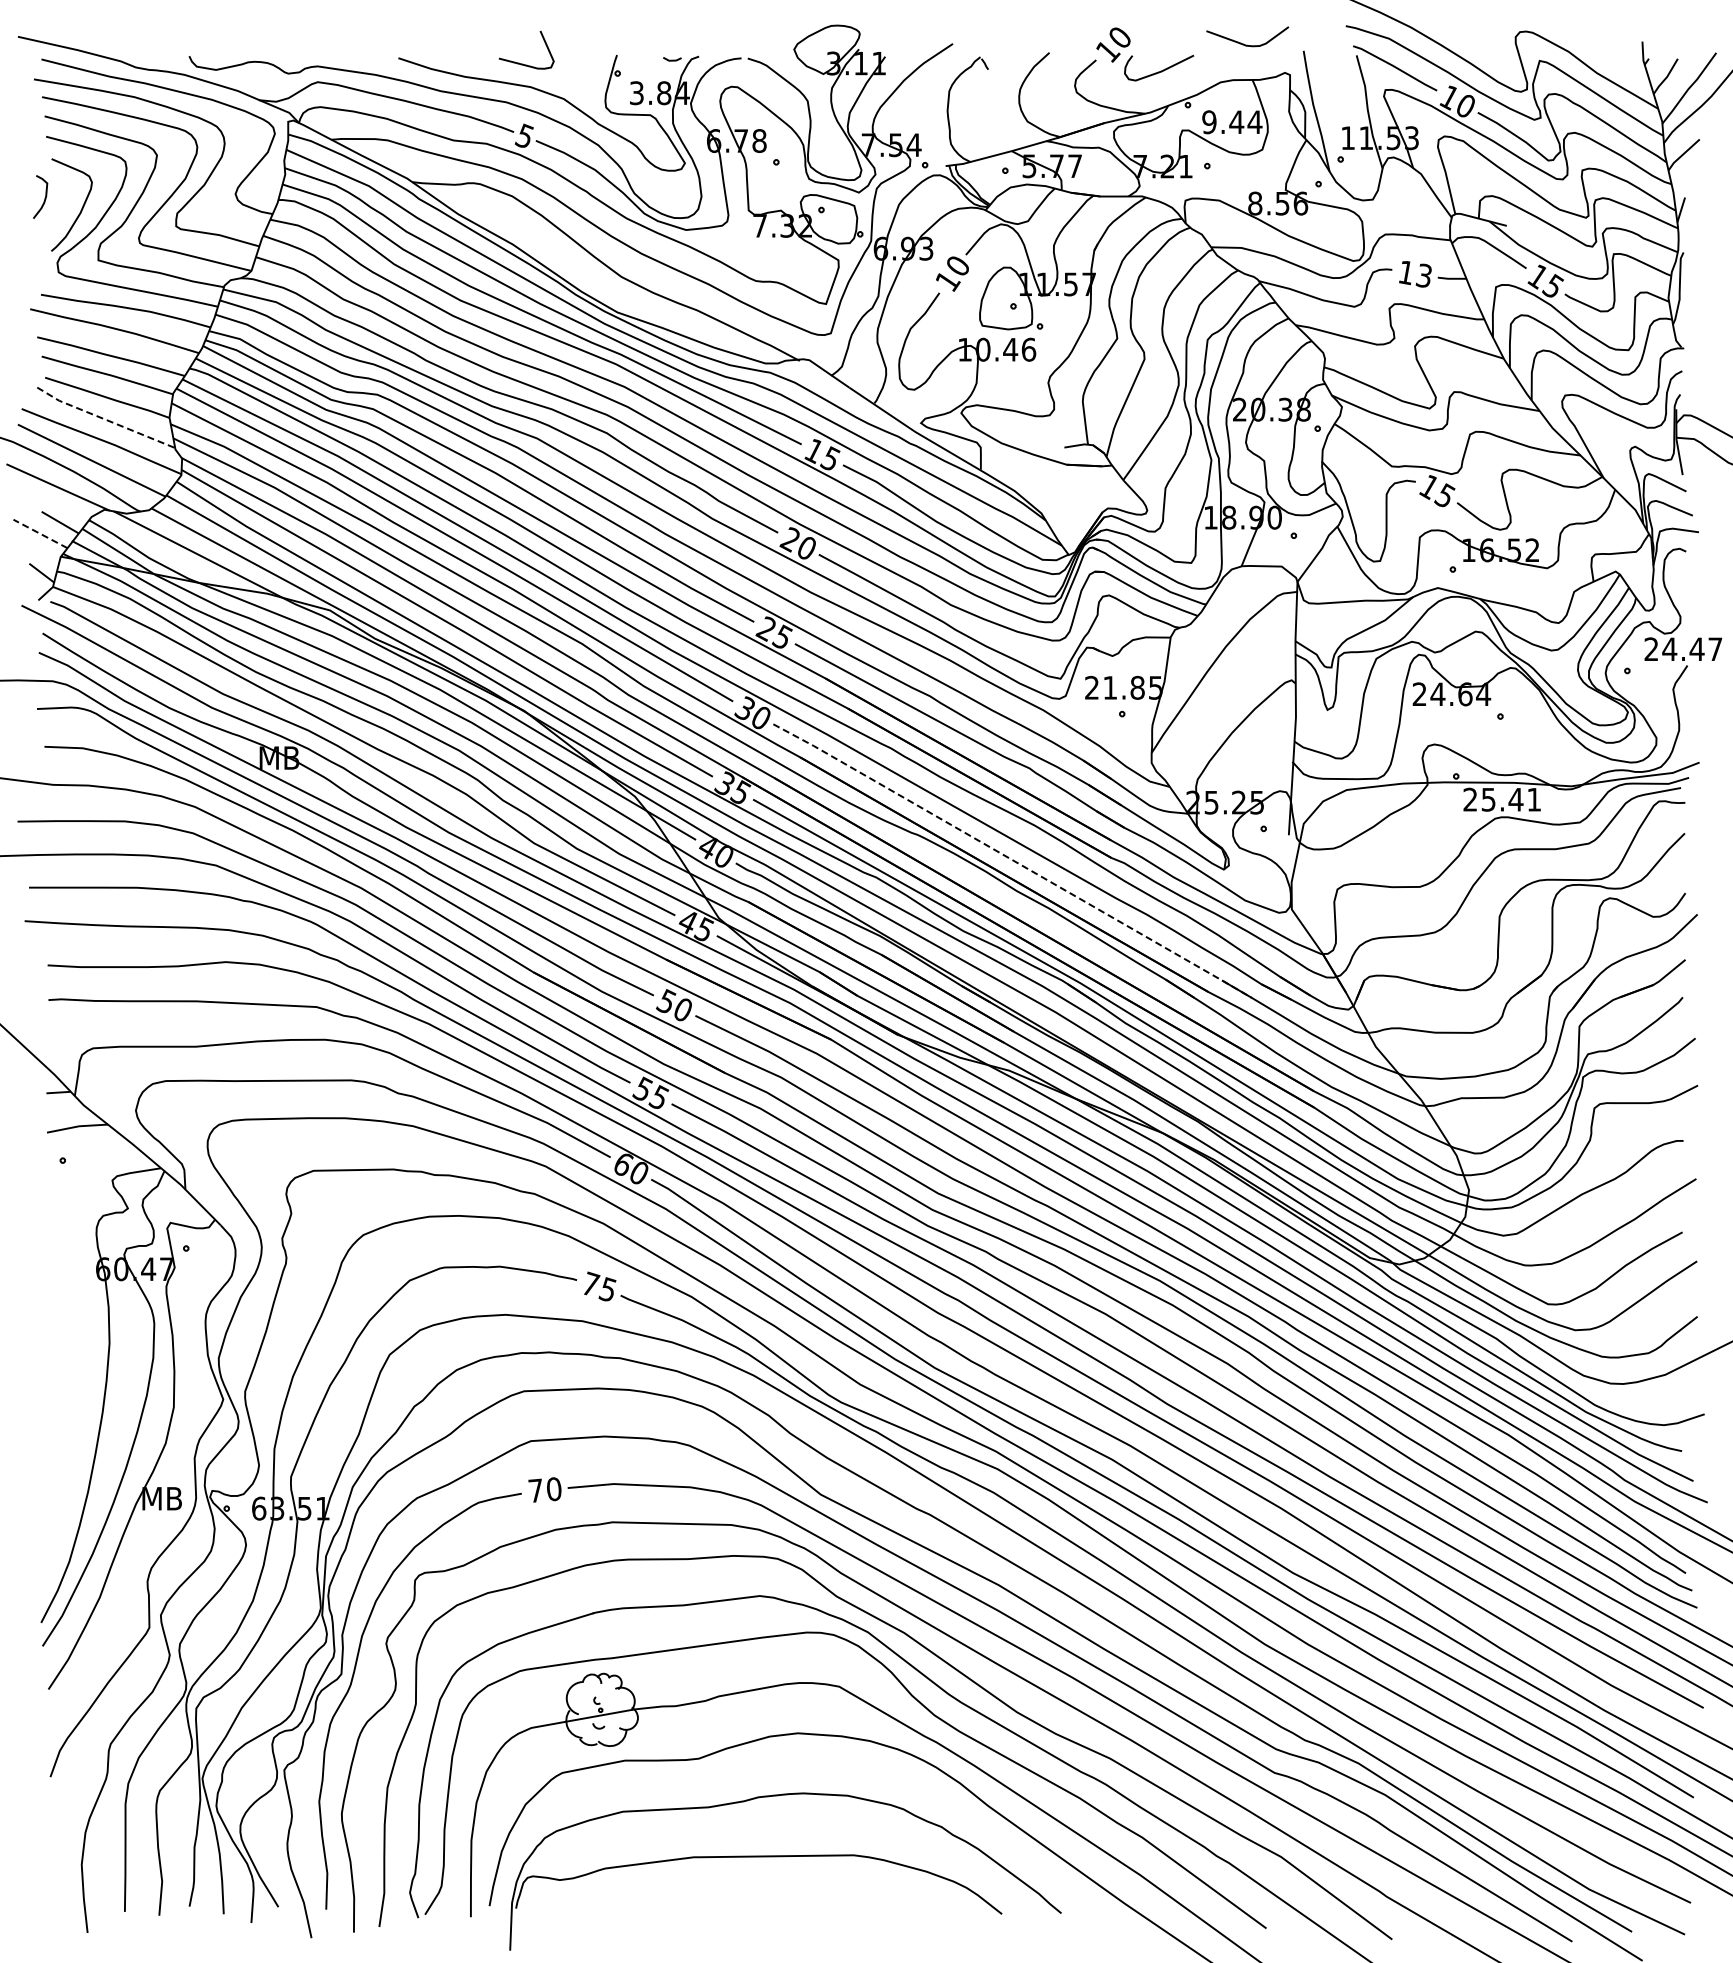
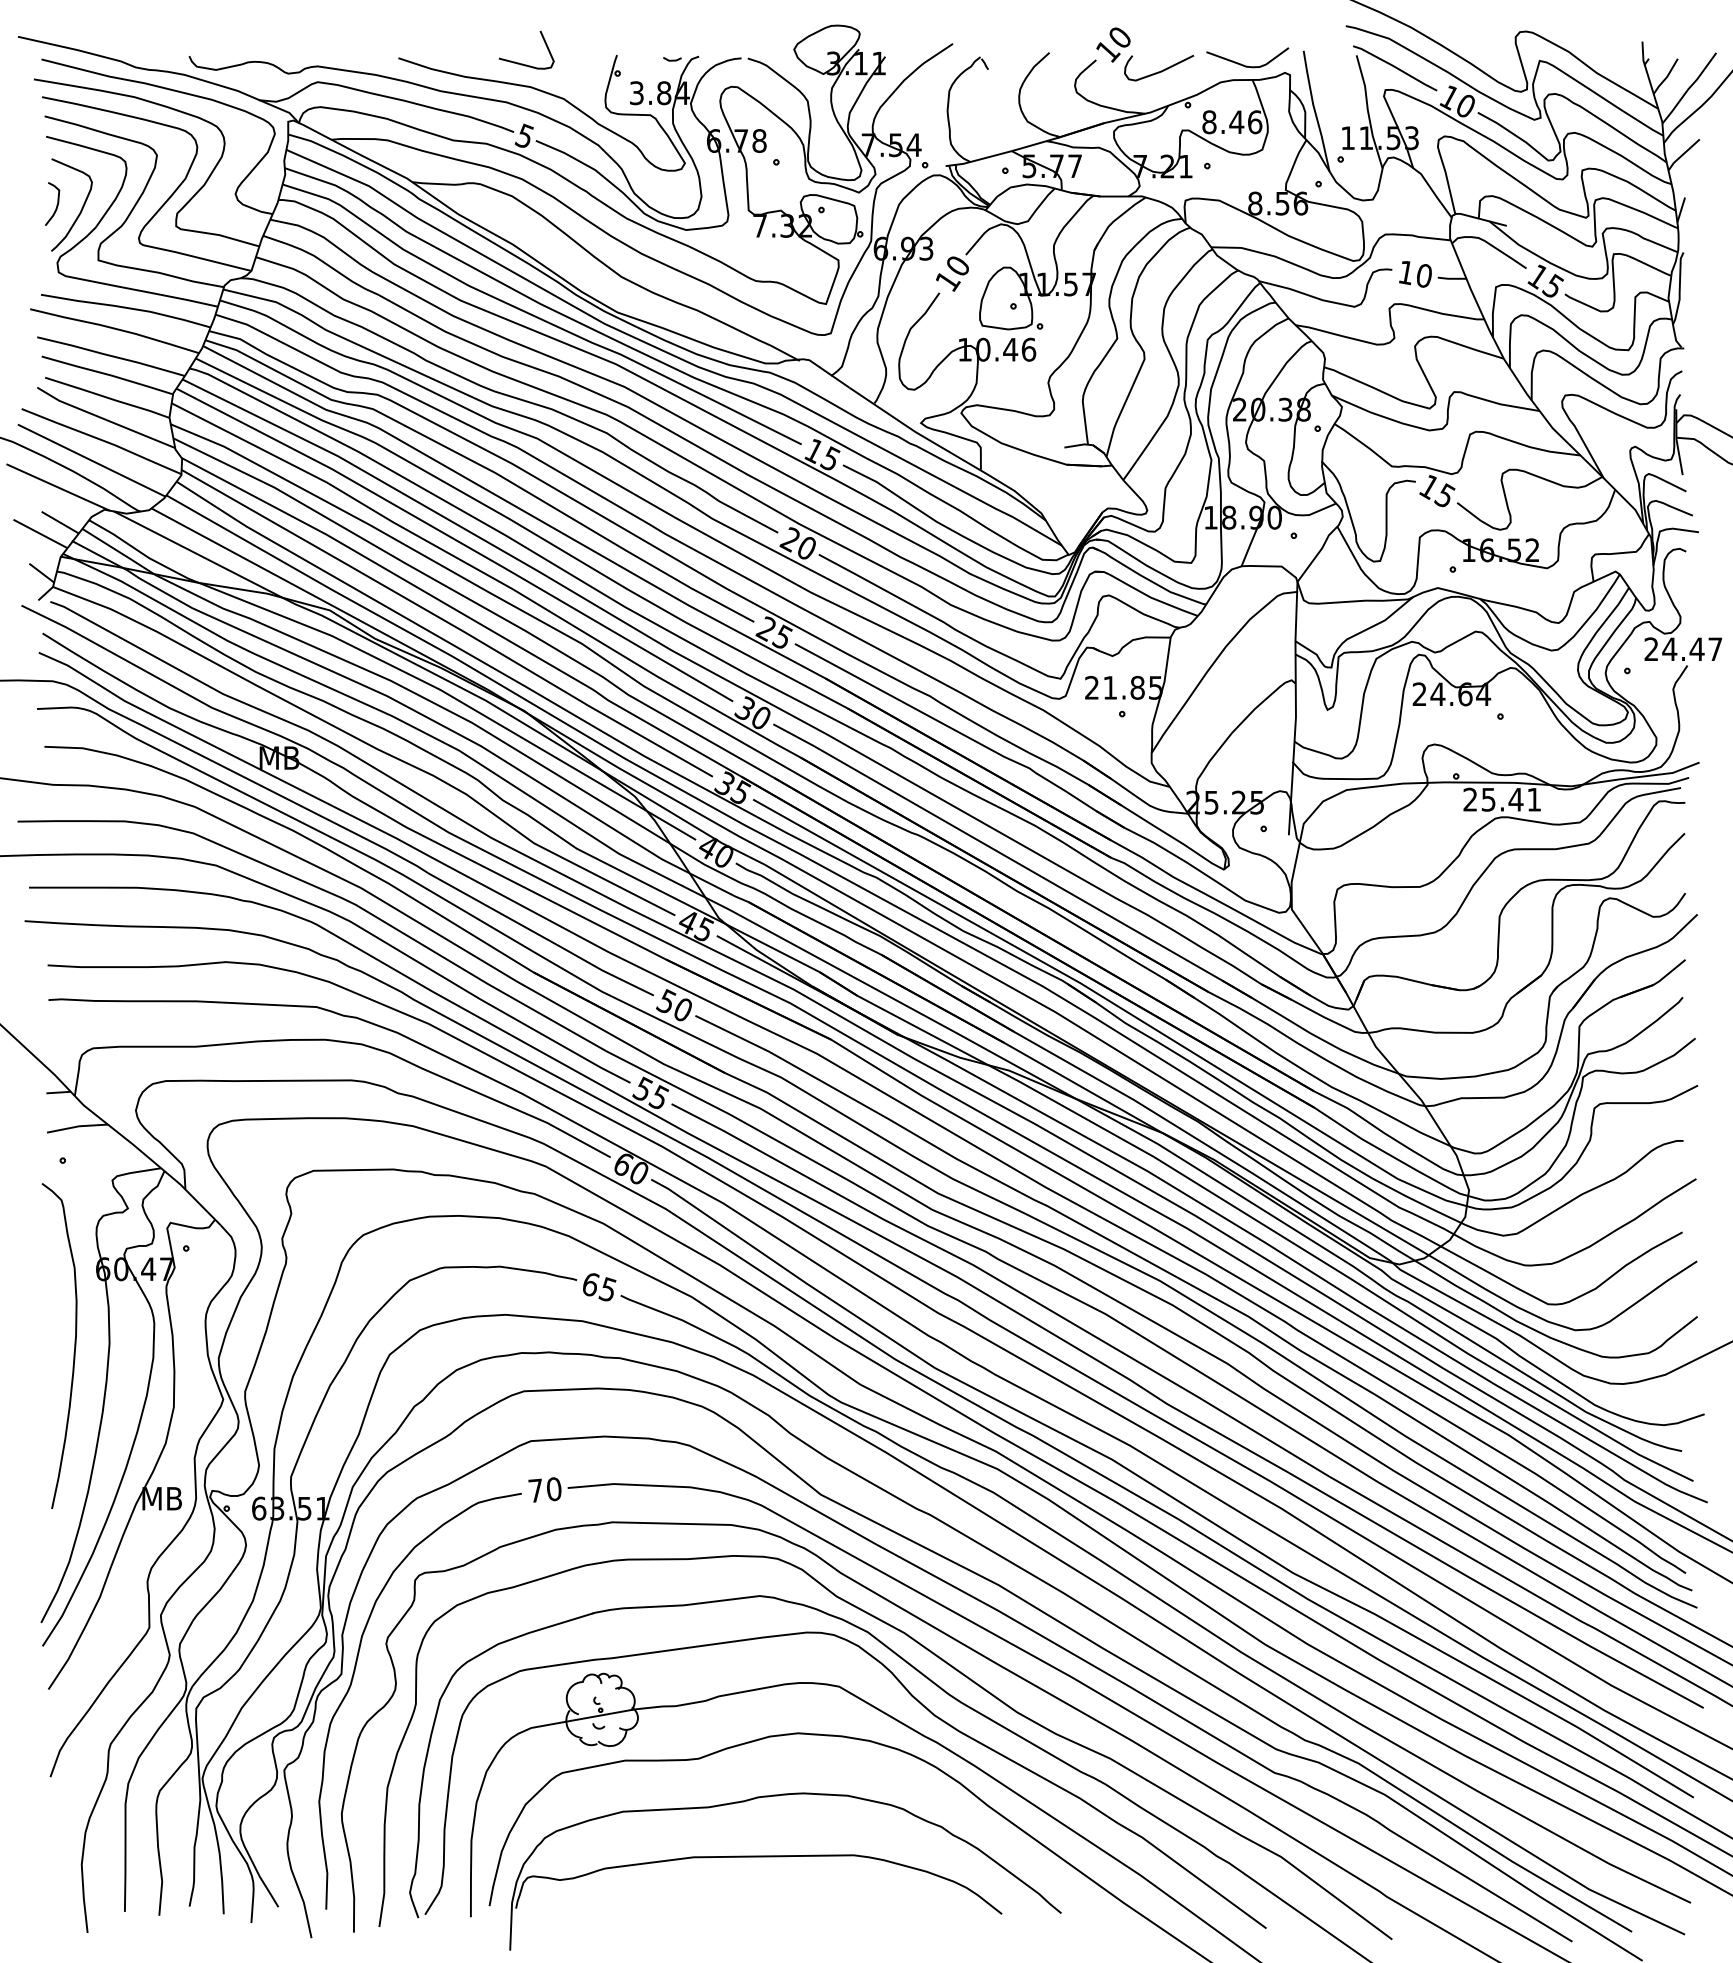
curve at (1247, 44) position: (1247, 44) -> (1247, 65)
text at (1232, 122): 9.44 -> 8.46
curve at (44, 197) position: (44, 197) -> (56, 204)
text at (1423, 275): 13 -> 10
line at (105, 419): dashed -> solid
line at (40, 533): dashed -> solid
line at (1013, 860): dashed -> solid
text at (591, 1283): 75 -> 65
curve at (74, 1345): none -> present
